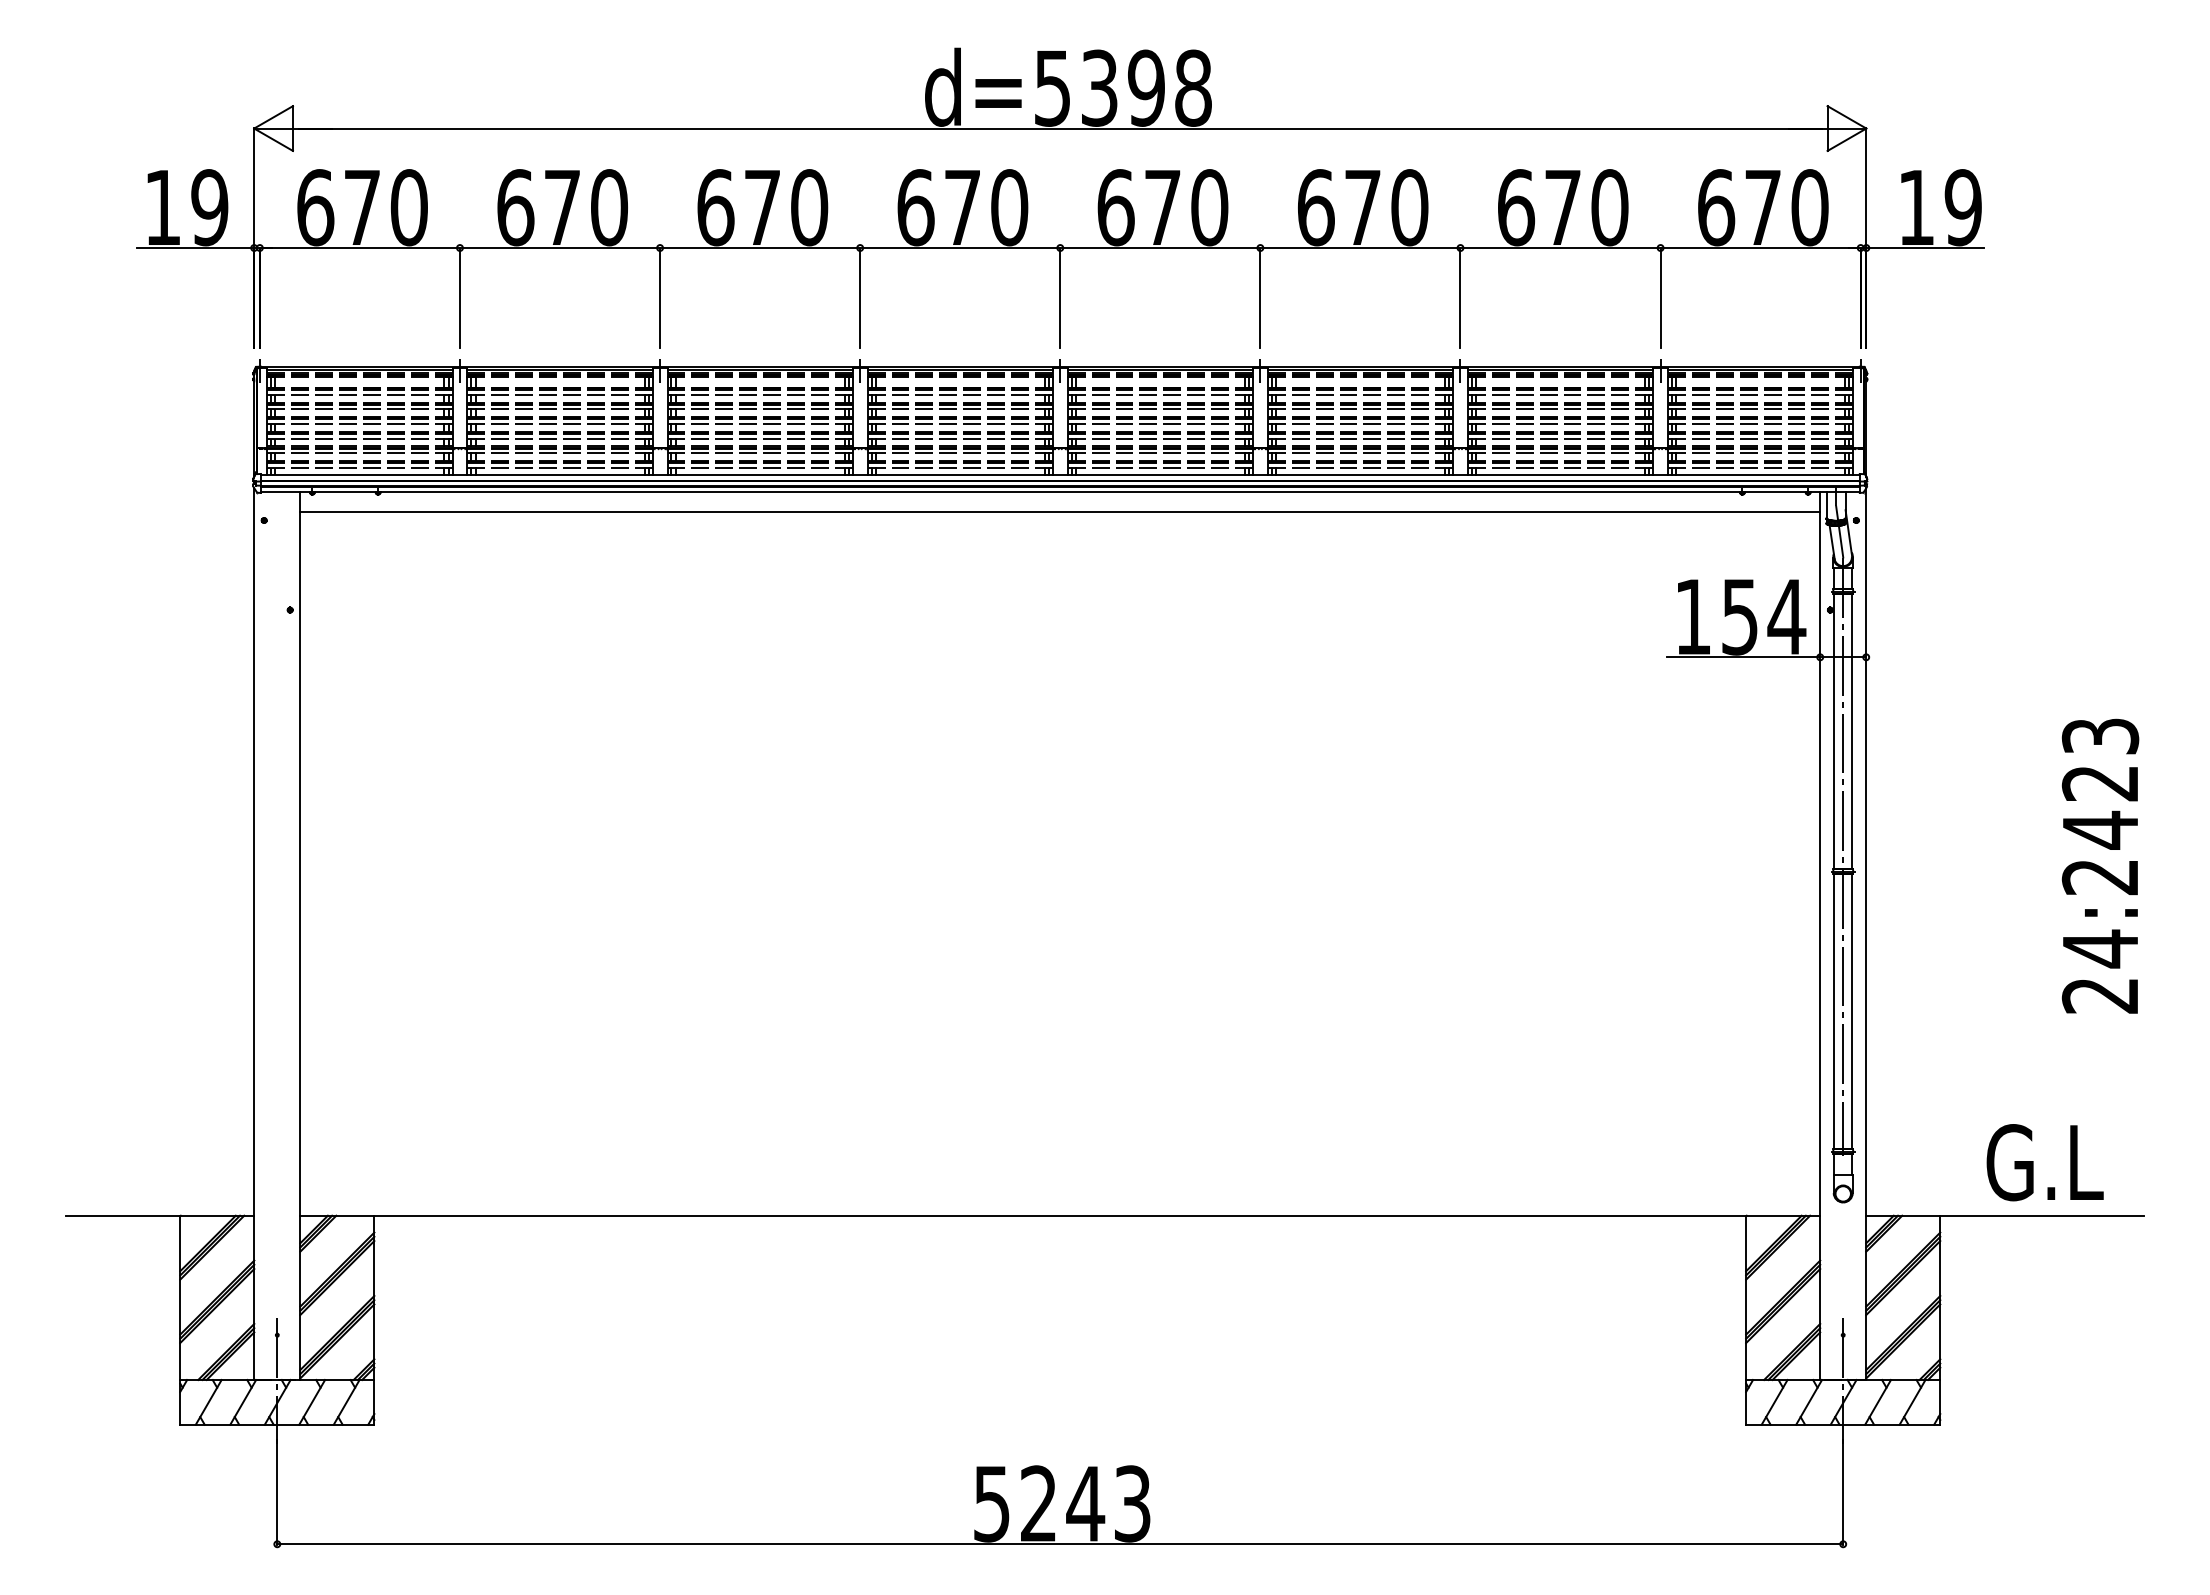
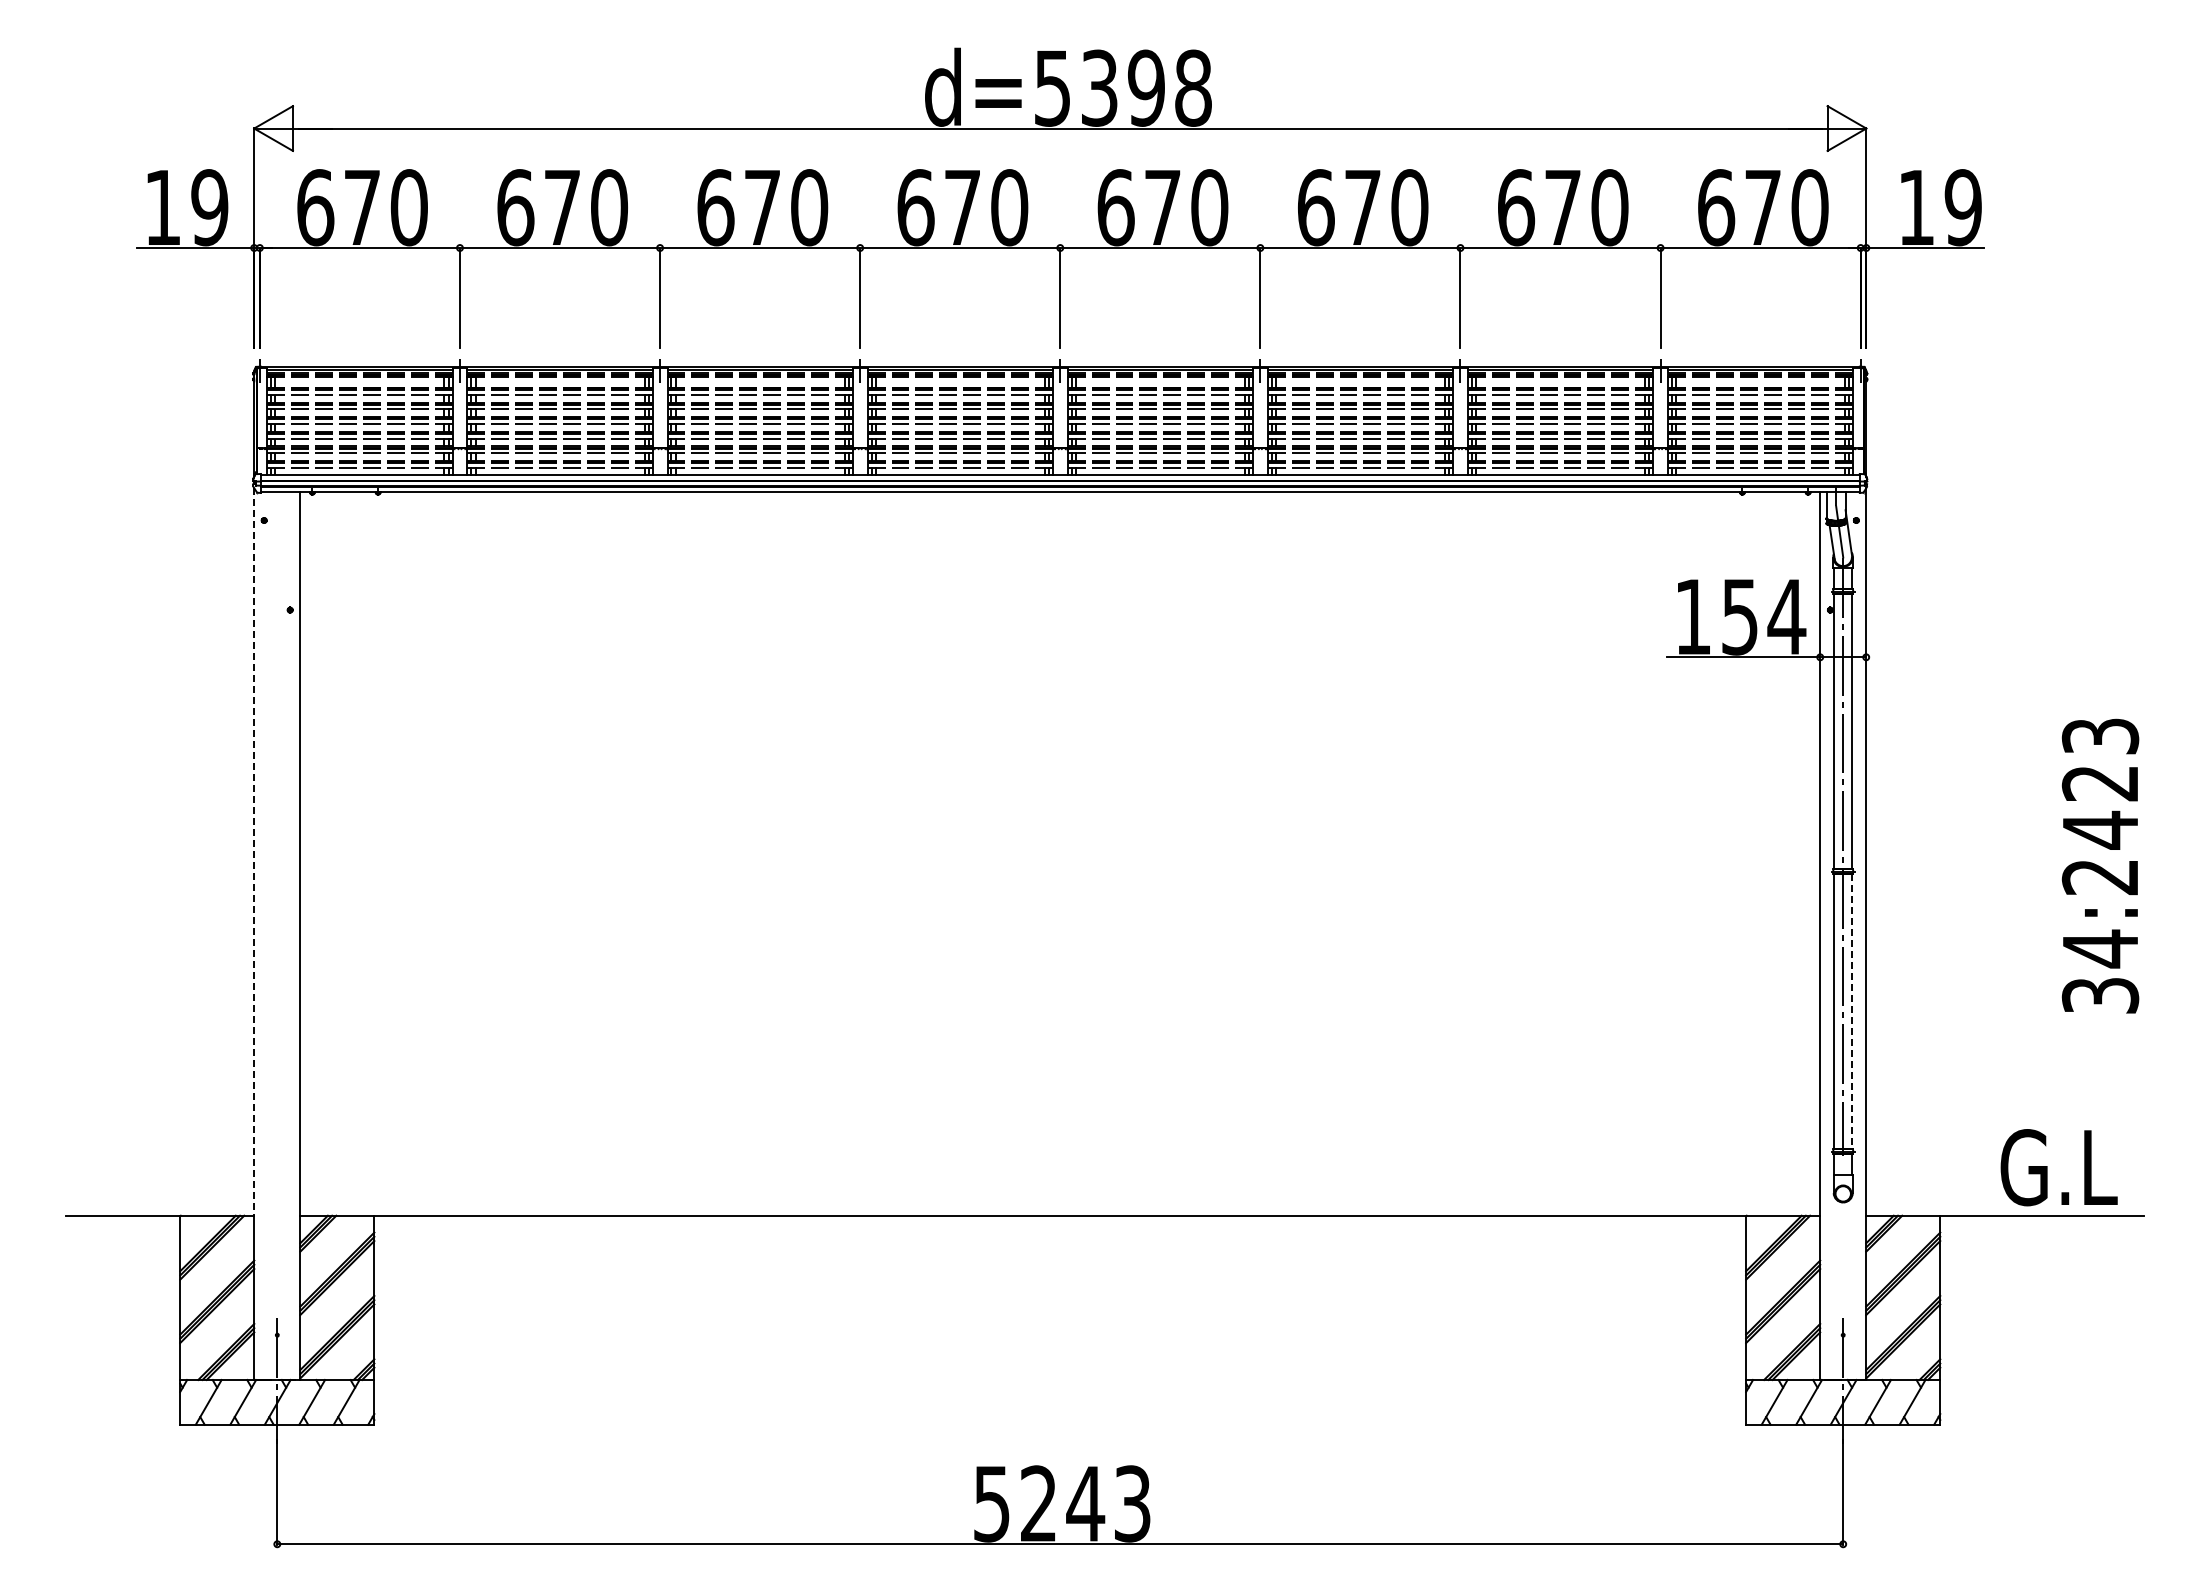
line at (1060, 512): present -> none
line at (254, 852): solid -> dashed
text at (2100, 995): 24:2423 -> 34:2423
line at (1852, 1012): solid -> dashed
text at (2044, 1162) position: (2044, 1162) -> (2058, 1167)
